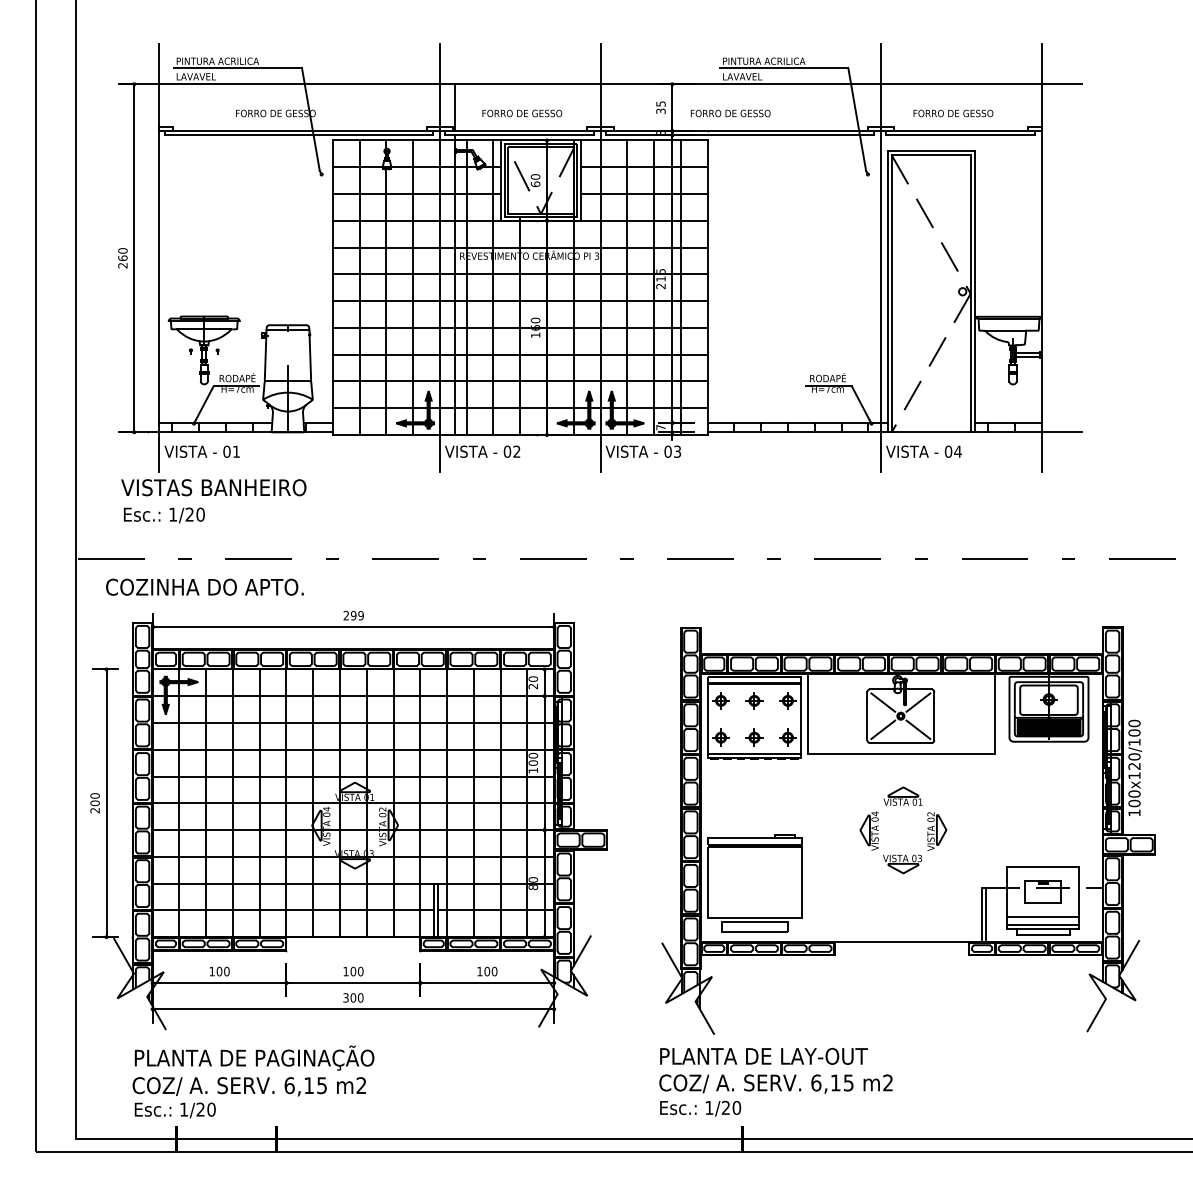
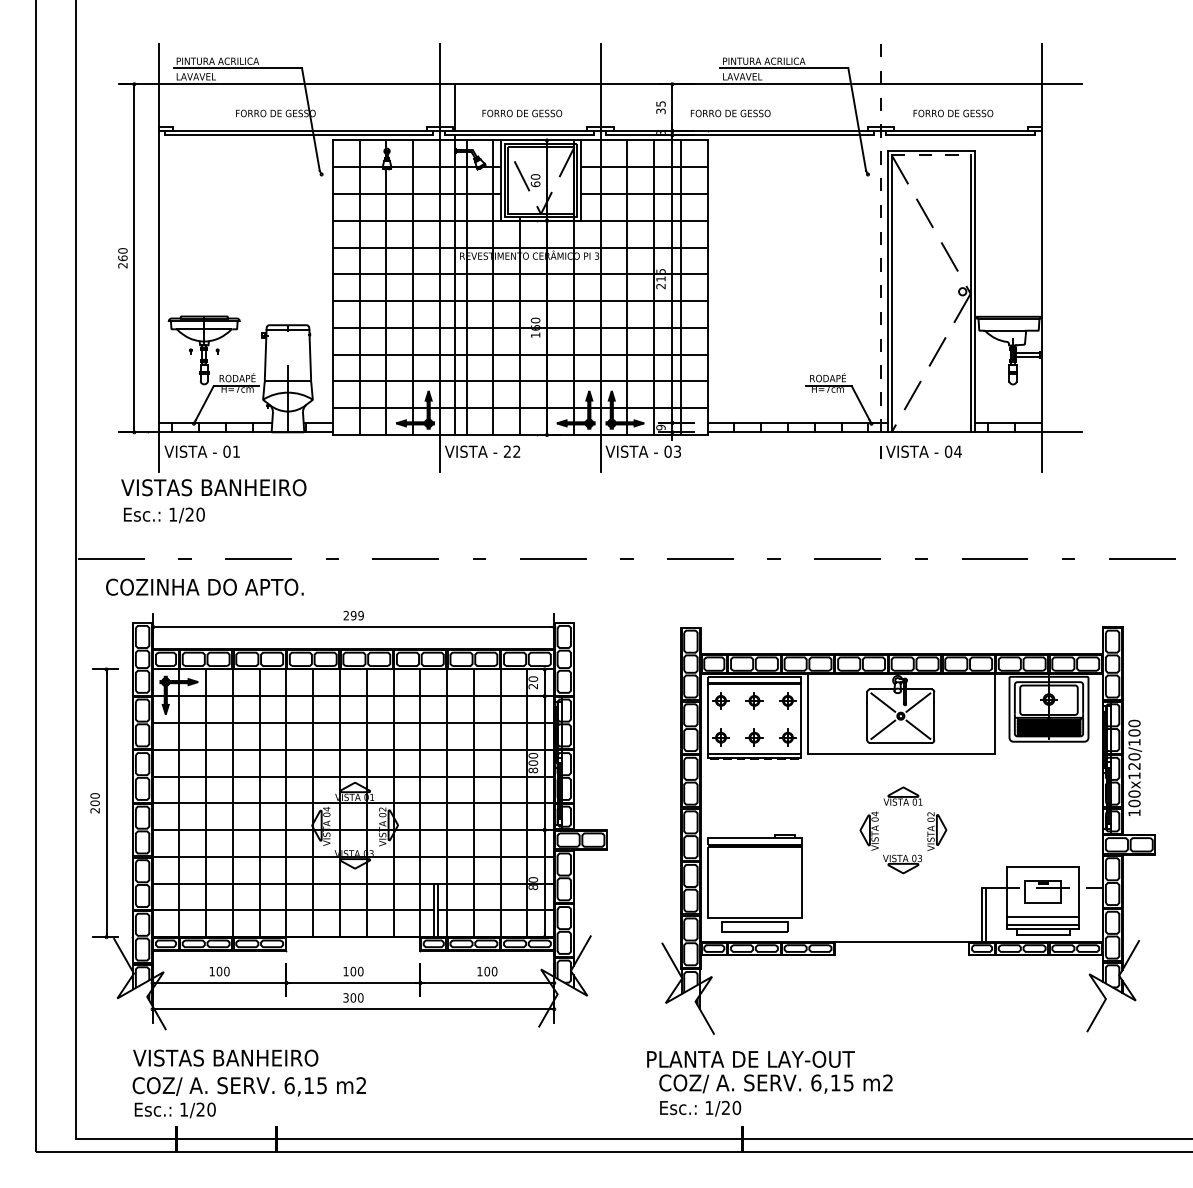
line at (931, 155): solid -> dashed
line at (881, 258): solid -> dashed
text at (660, 427): 7 -> 9
text at (507, 451): 02 -> 22
text at (533, 770): 100 -> 800
text at (763, 1055) position: (763, 1055) -> (750, 1058)
text at (253, 1057): PLANTA DE PAGINAÇÃO -> VISTAS BANHEIRO
